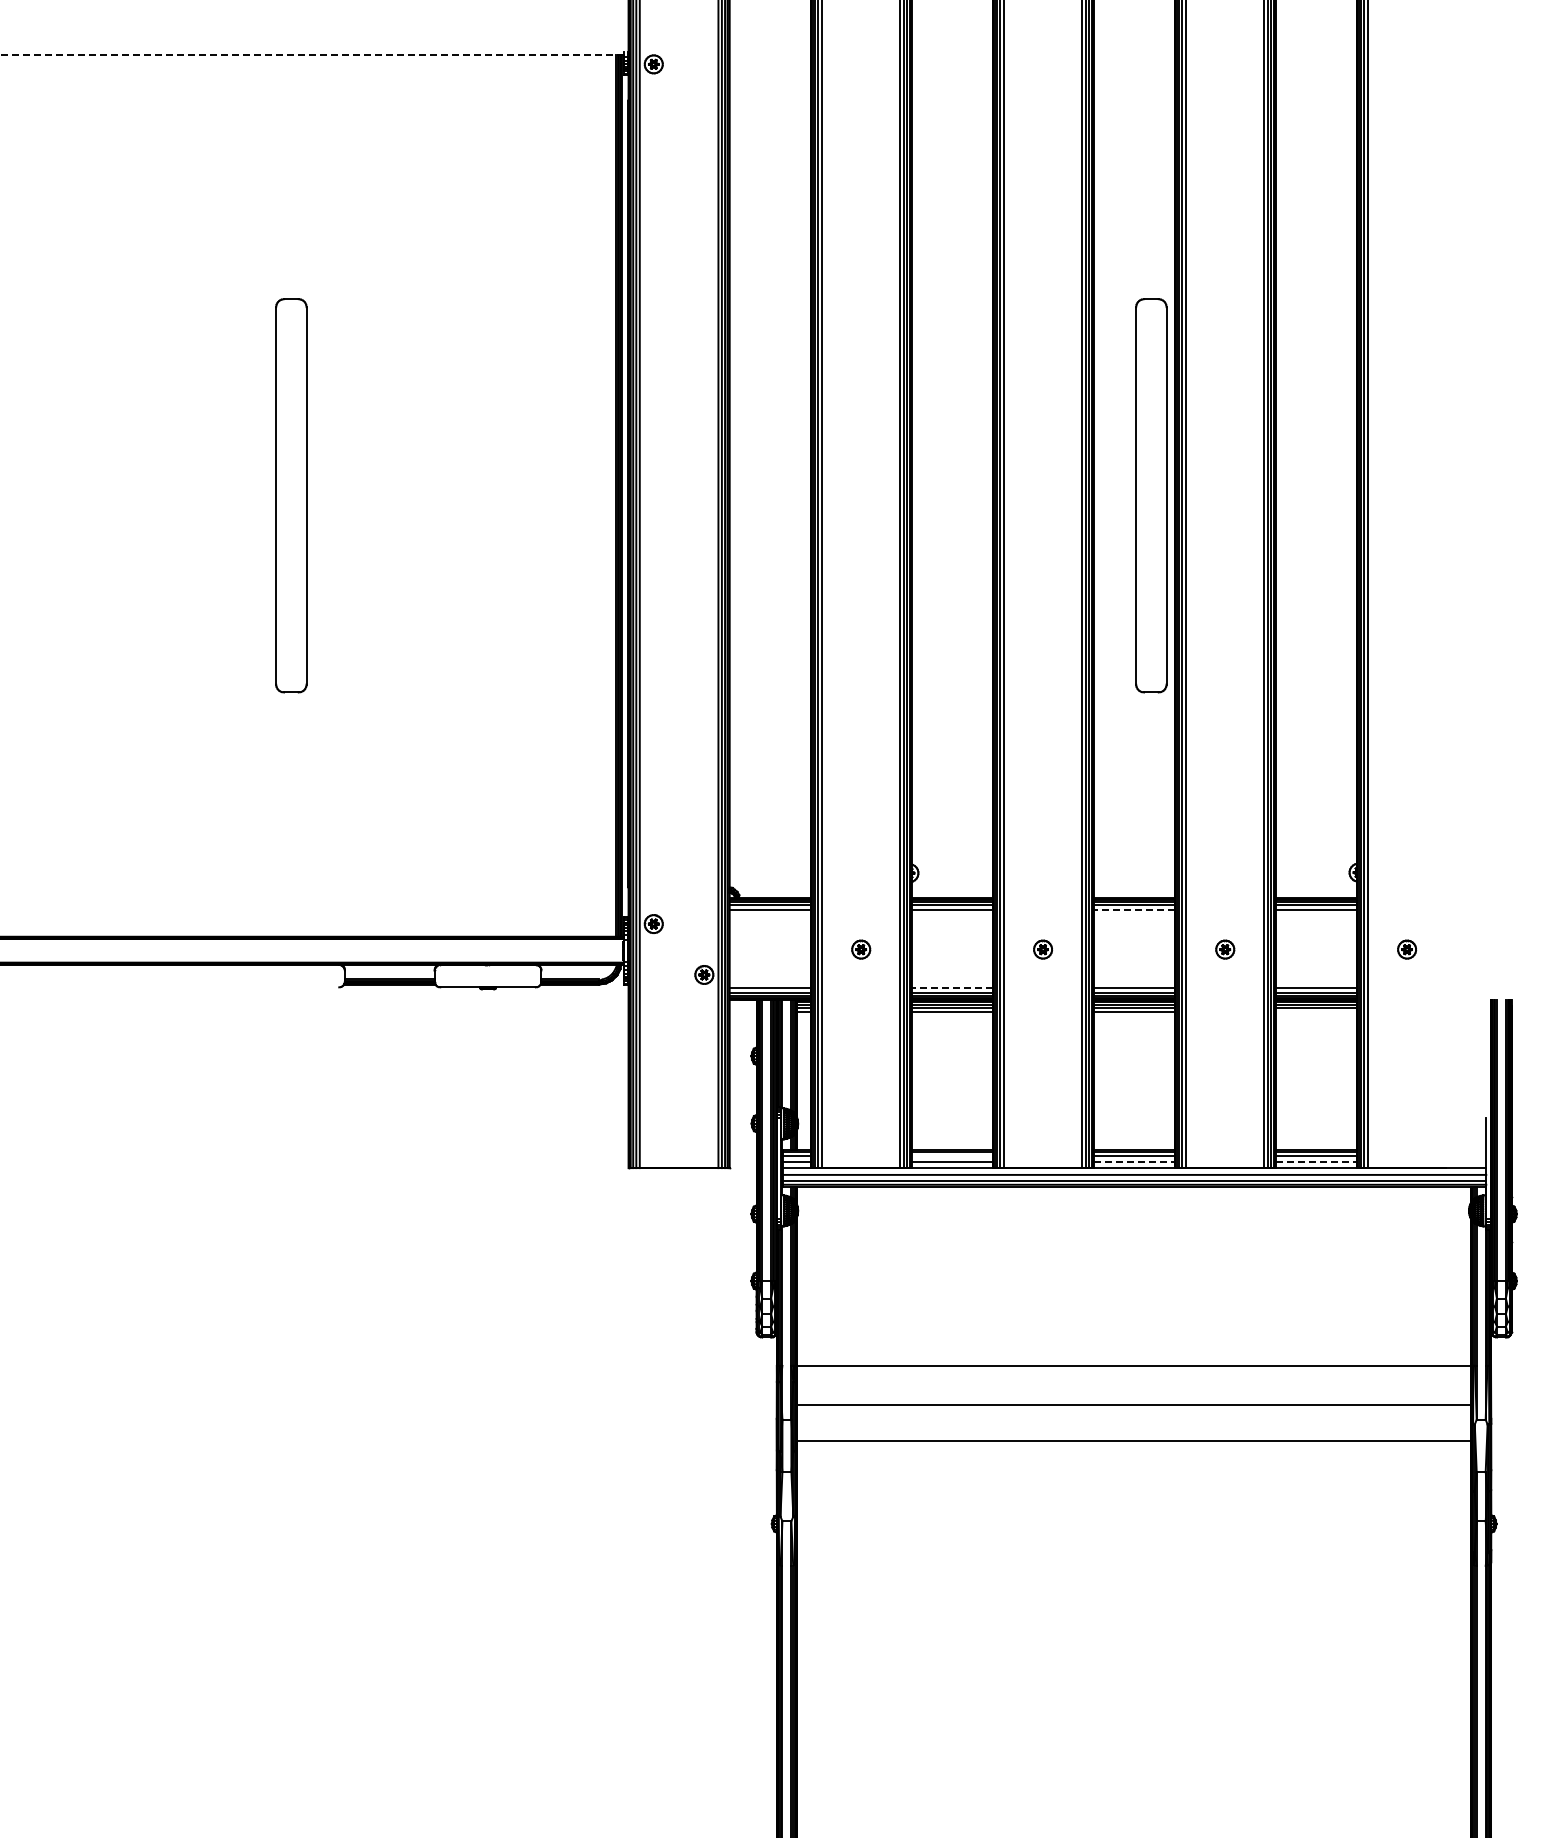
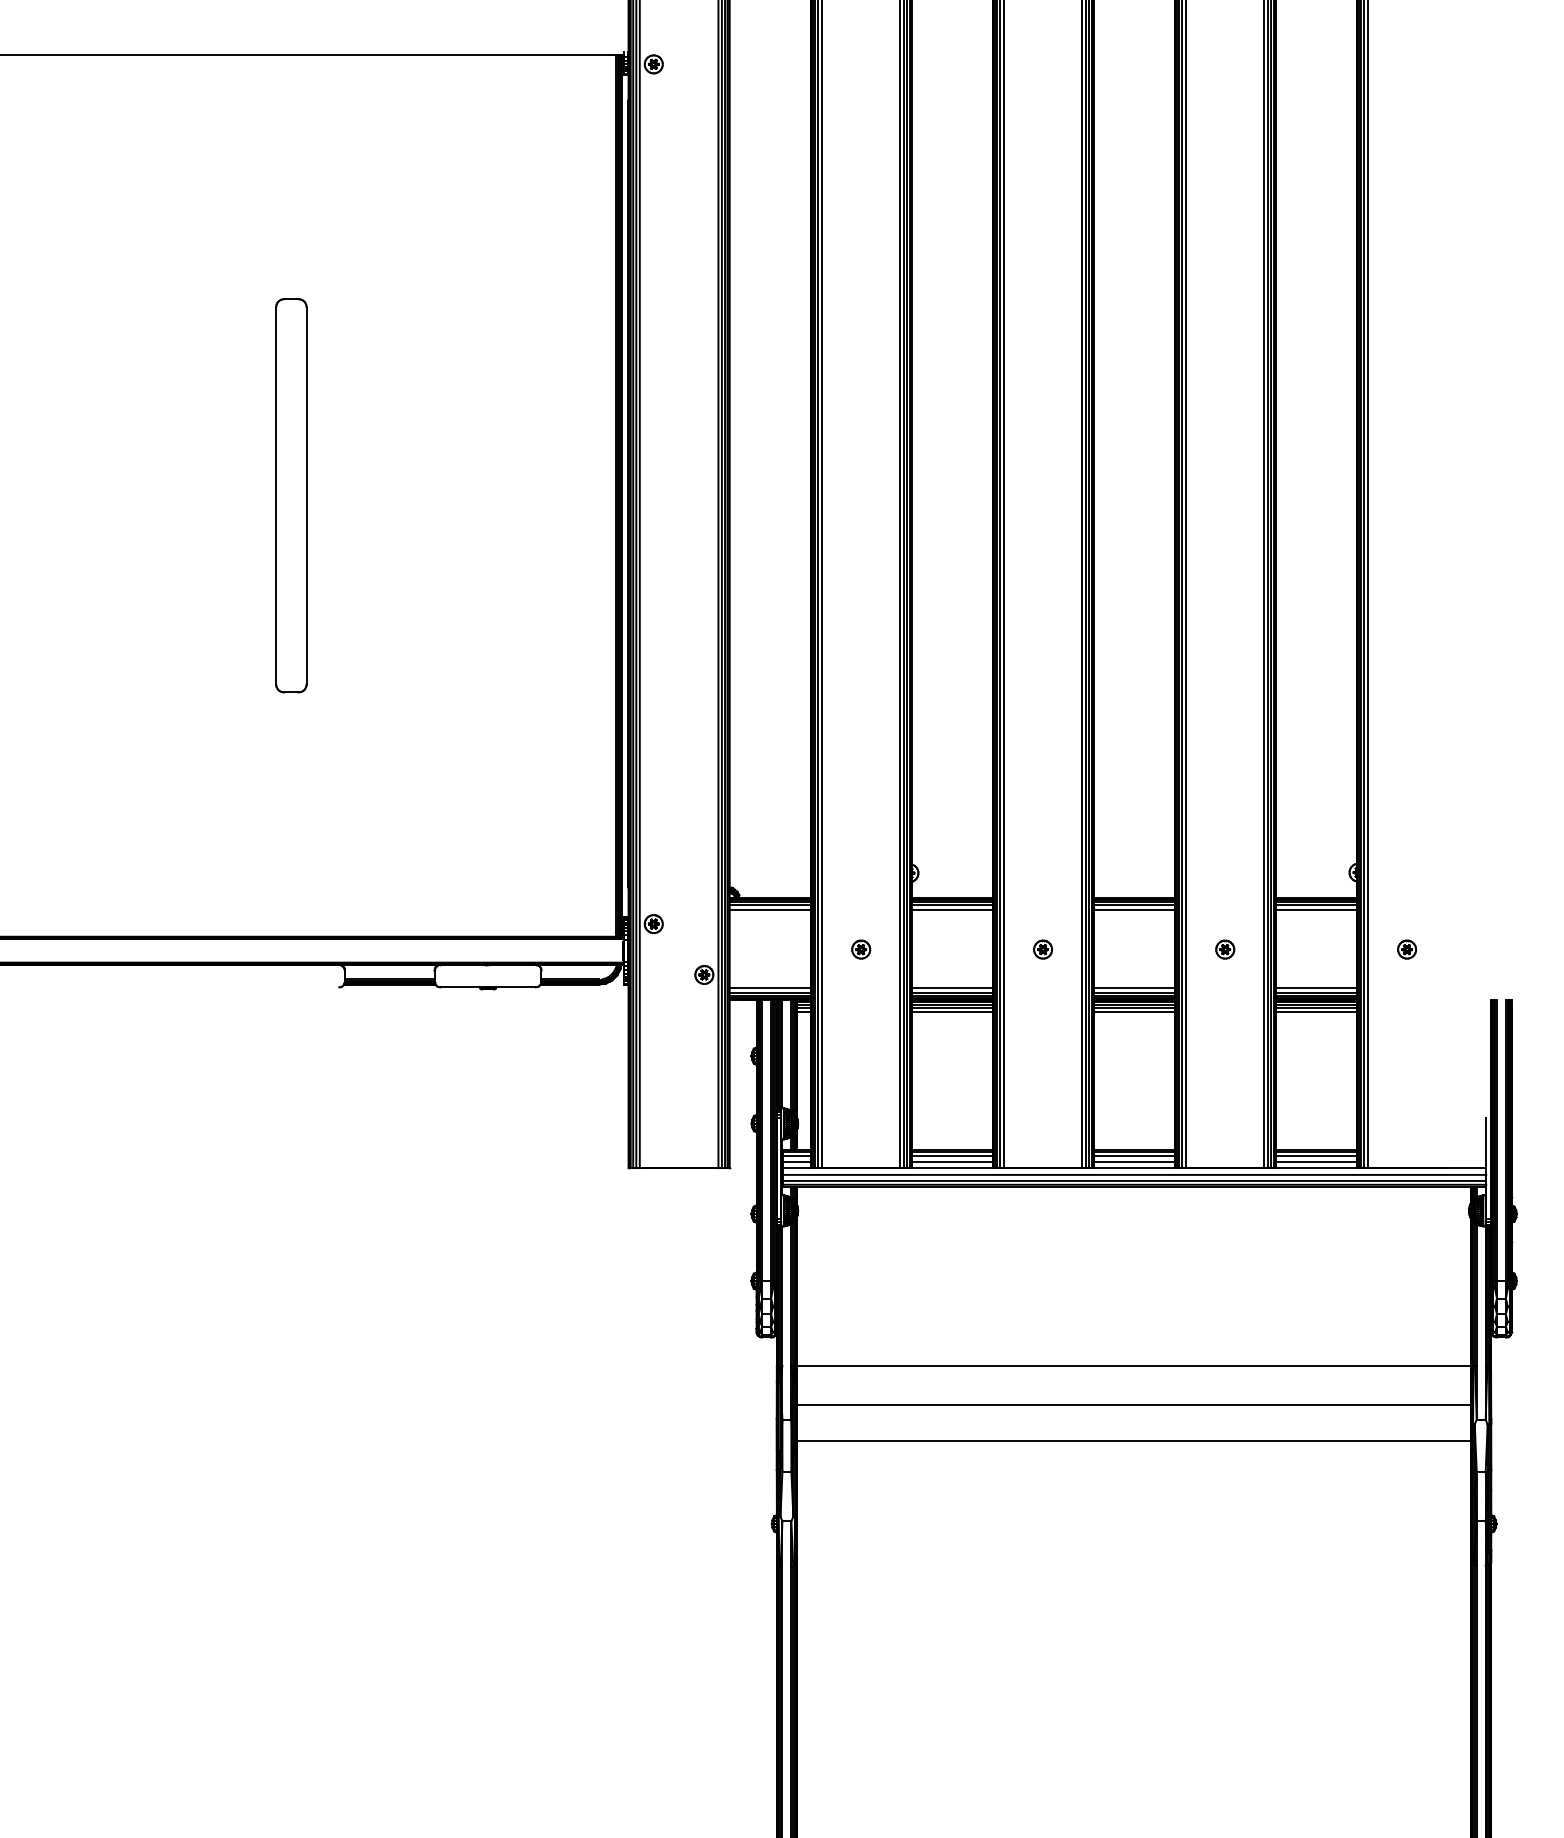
line at (312, 55): dashed -> solid
part at (1151, 495): present -> none
line at (1133, 909): dashed -> solid
line at (951, 988): dashed -> solid
line at (1315, 1011): none -> present
line at (951, 1156): none -> present
line at (1134, 1162): dashed -> solid
line at (1316, 1162): dashed -> solid
